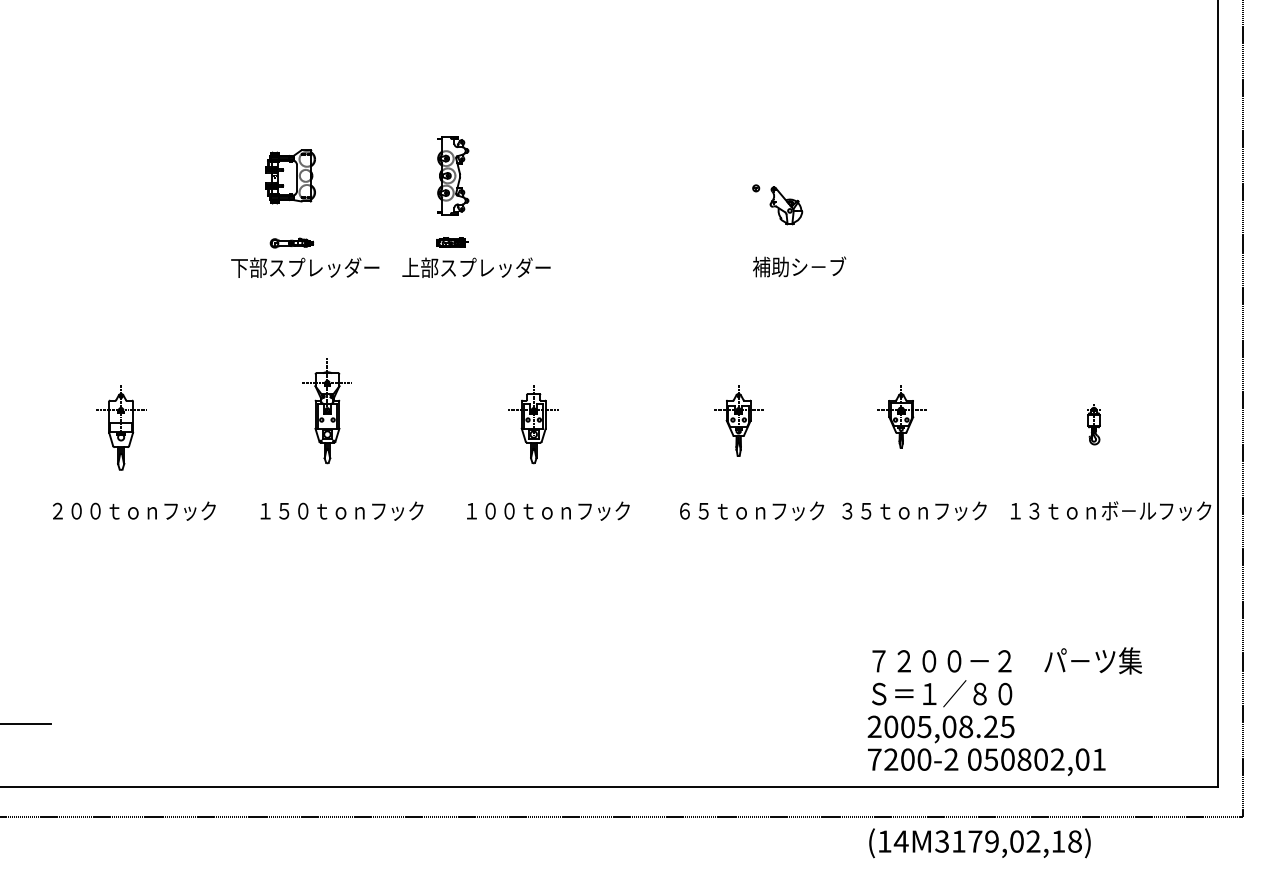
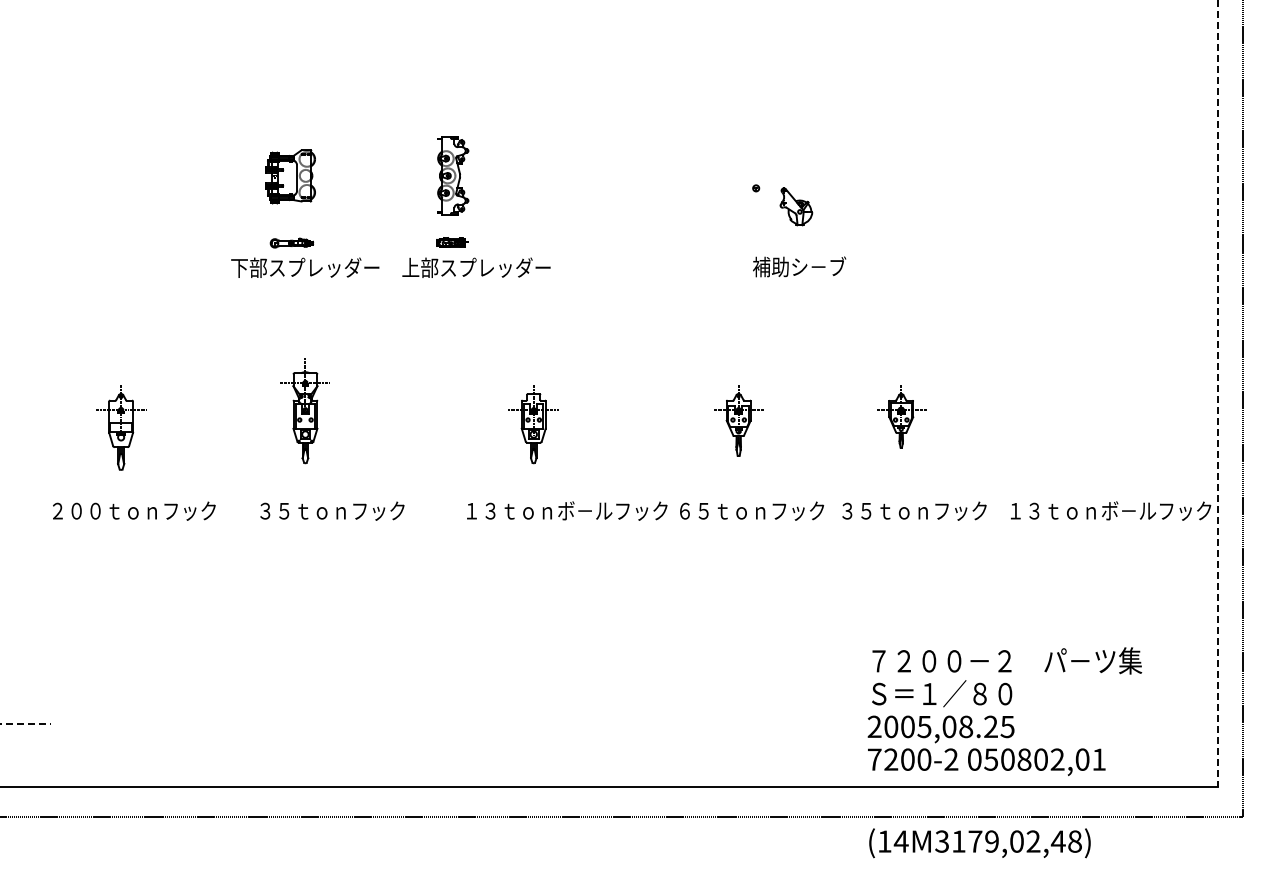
part at (786, 205) position: (786, 205) -> (796, 206)
line at (1217, 394): solid -> dashed
part at (326, 411) position: (326, 411) -> (304, 411)
part at (1093, 424): present -> none
text at (341, 510): １５０ｔｏｎフック -> ３５ｔｏｎフック
text at (576, 510): １００ｔｏｎフック -> １３ｔｏｎボ－ルフック
line at (26, 723): solid -> dashed
text at (1057, 841): (14M3179,02,18) -> (14M3179,02,48)
